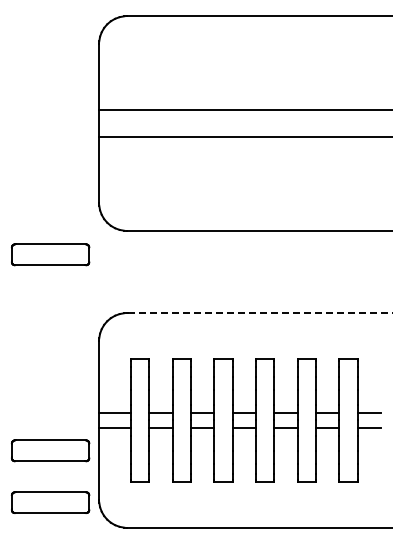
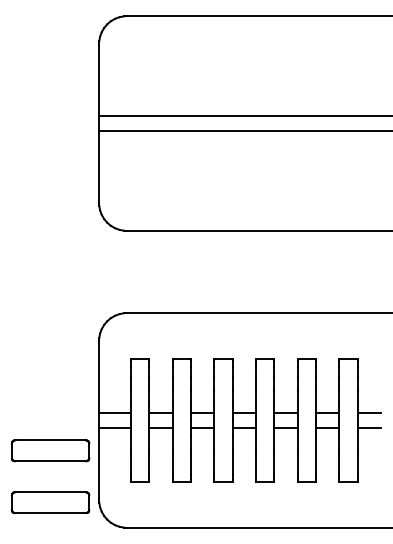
line at (244, 109) position: (244, 109) -> (244, 115)
line at (244, 137) position: (244, 137) -> (244, 131)
part at (50, 254): present -> none
line at (260, 313): dashed -> solid
